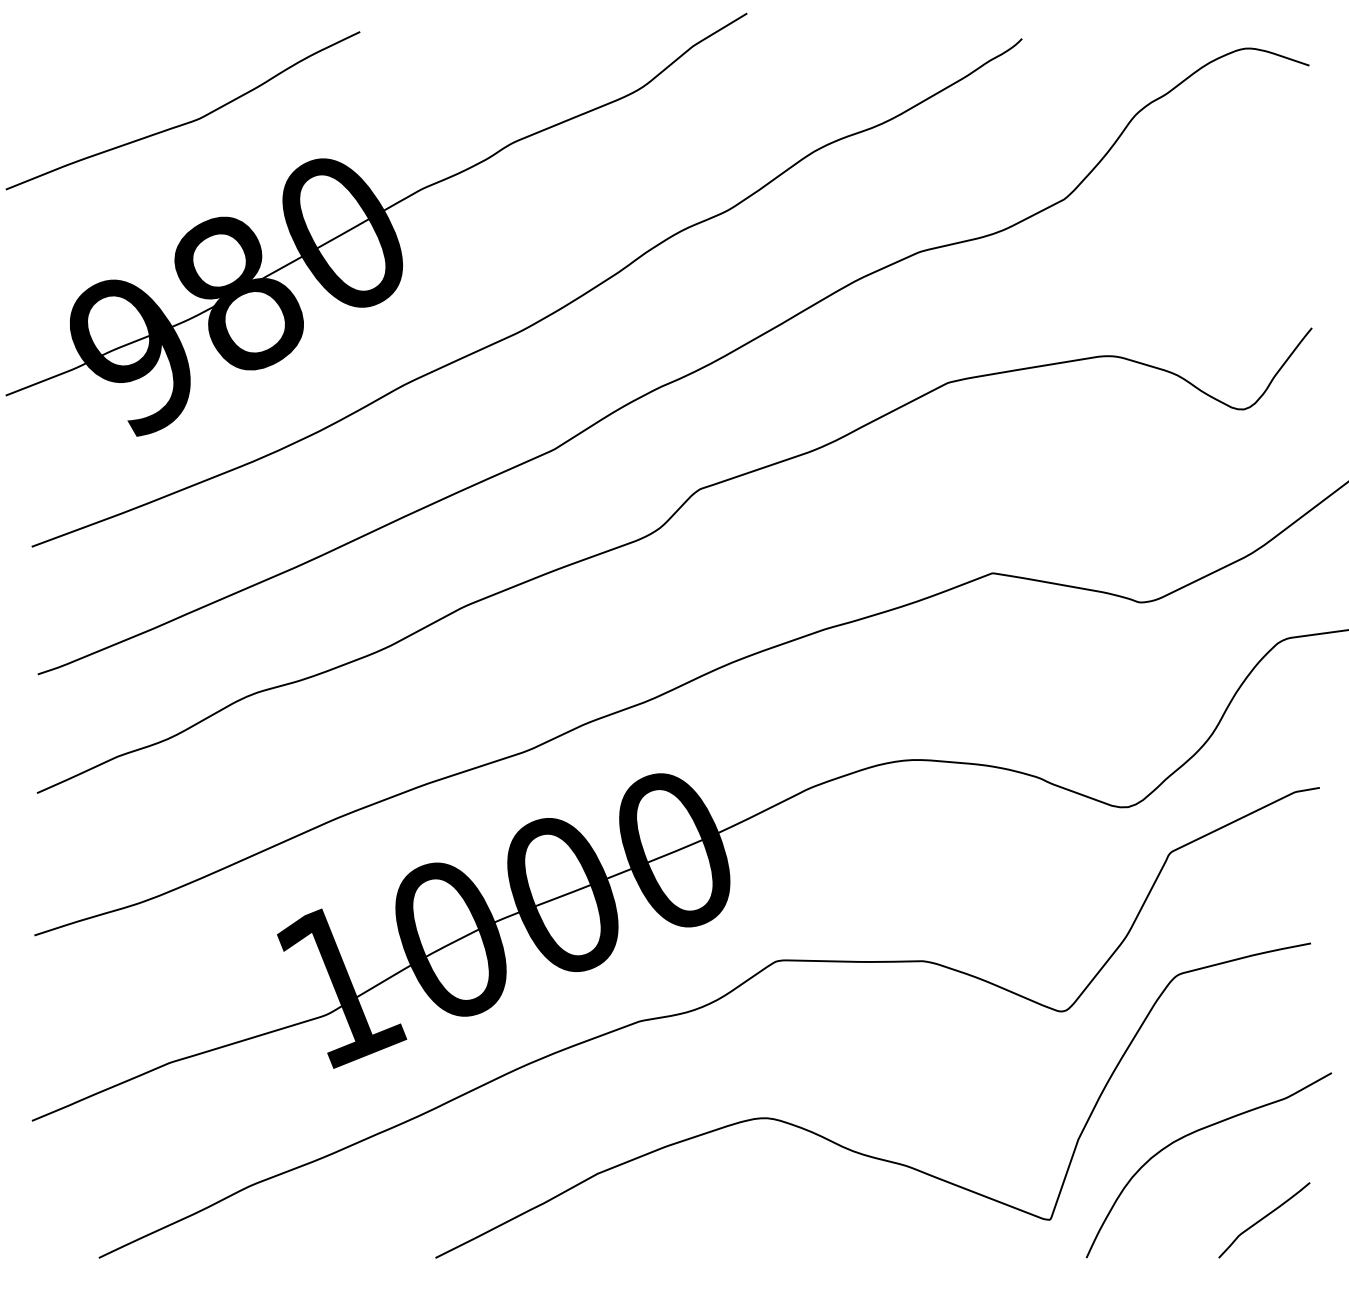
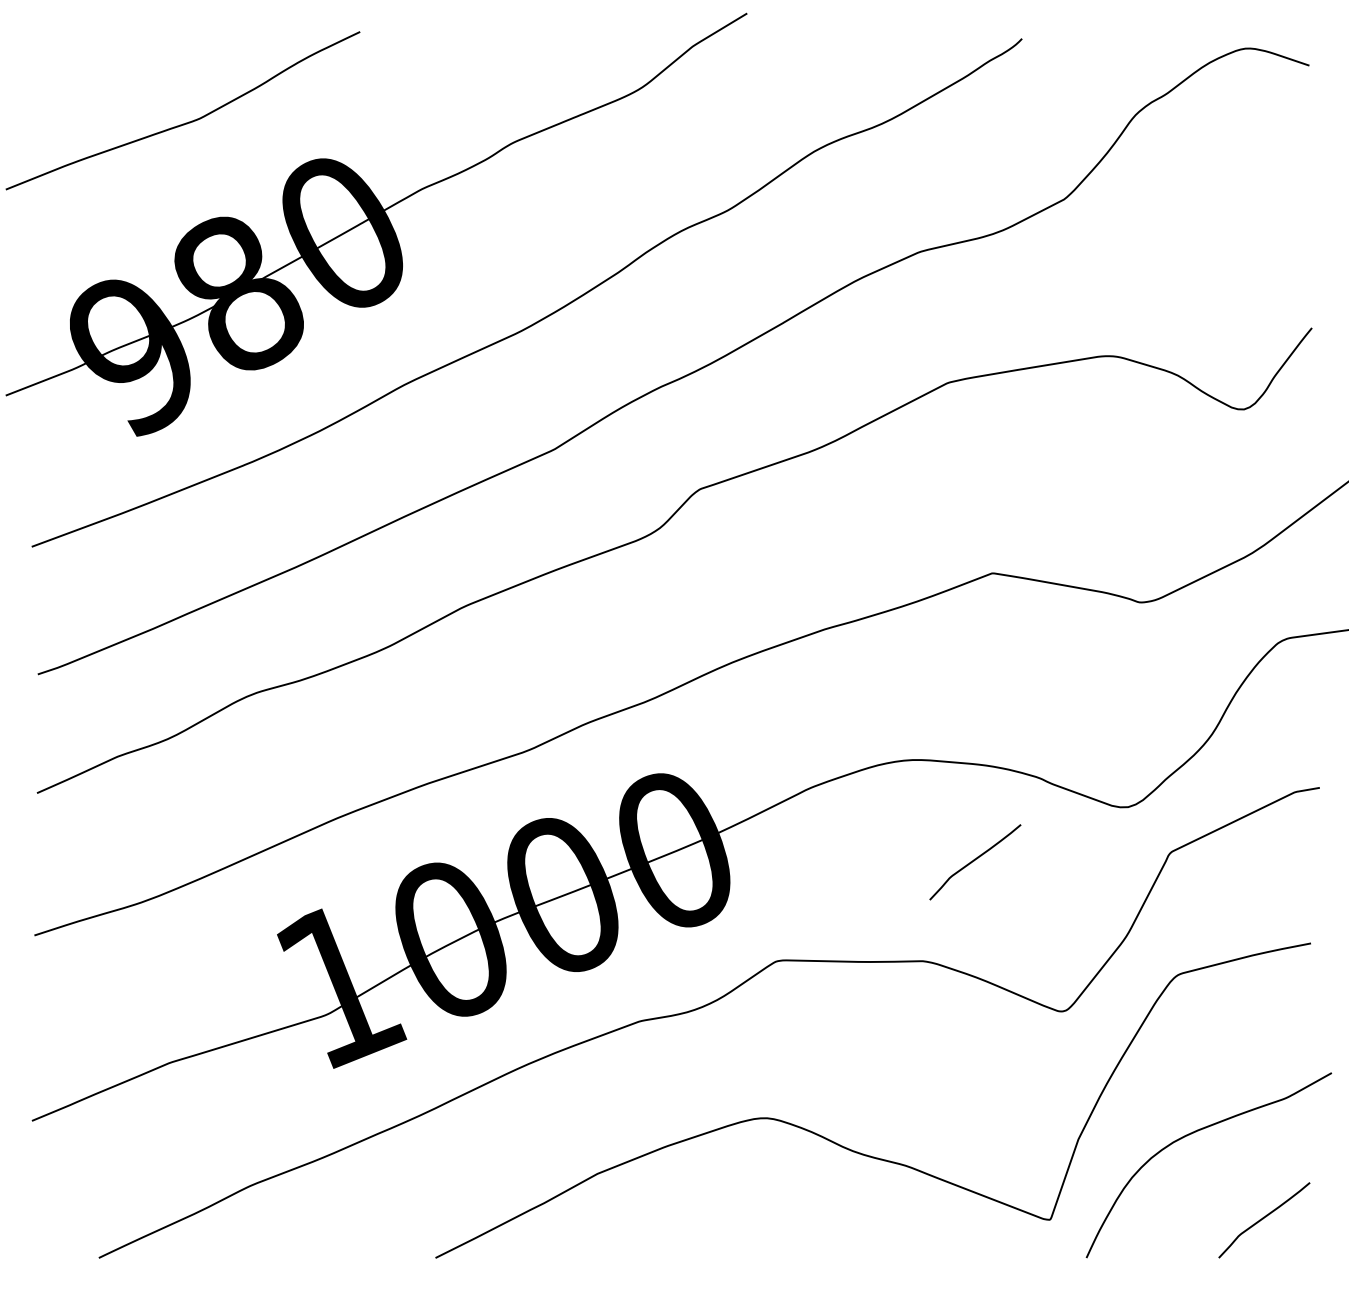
curve at (974, 861): none -> present
